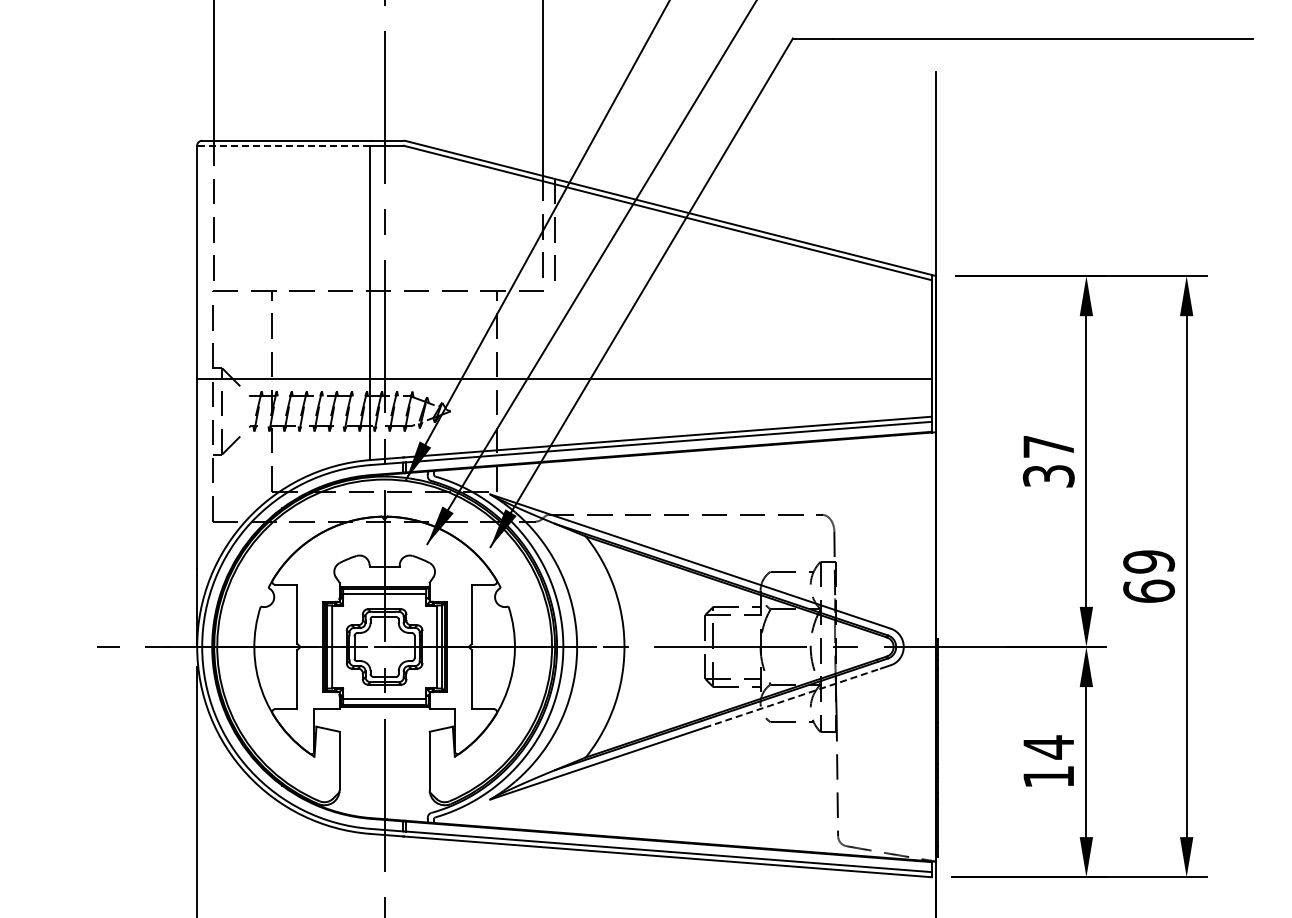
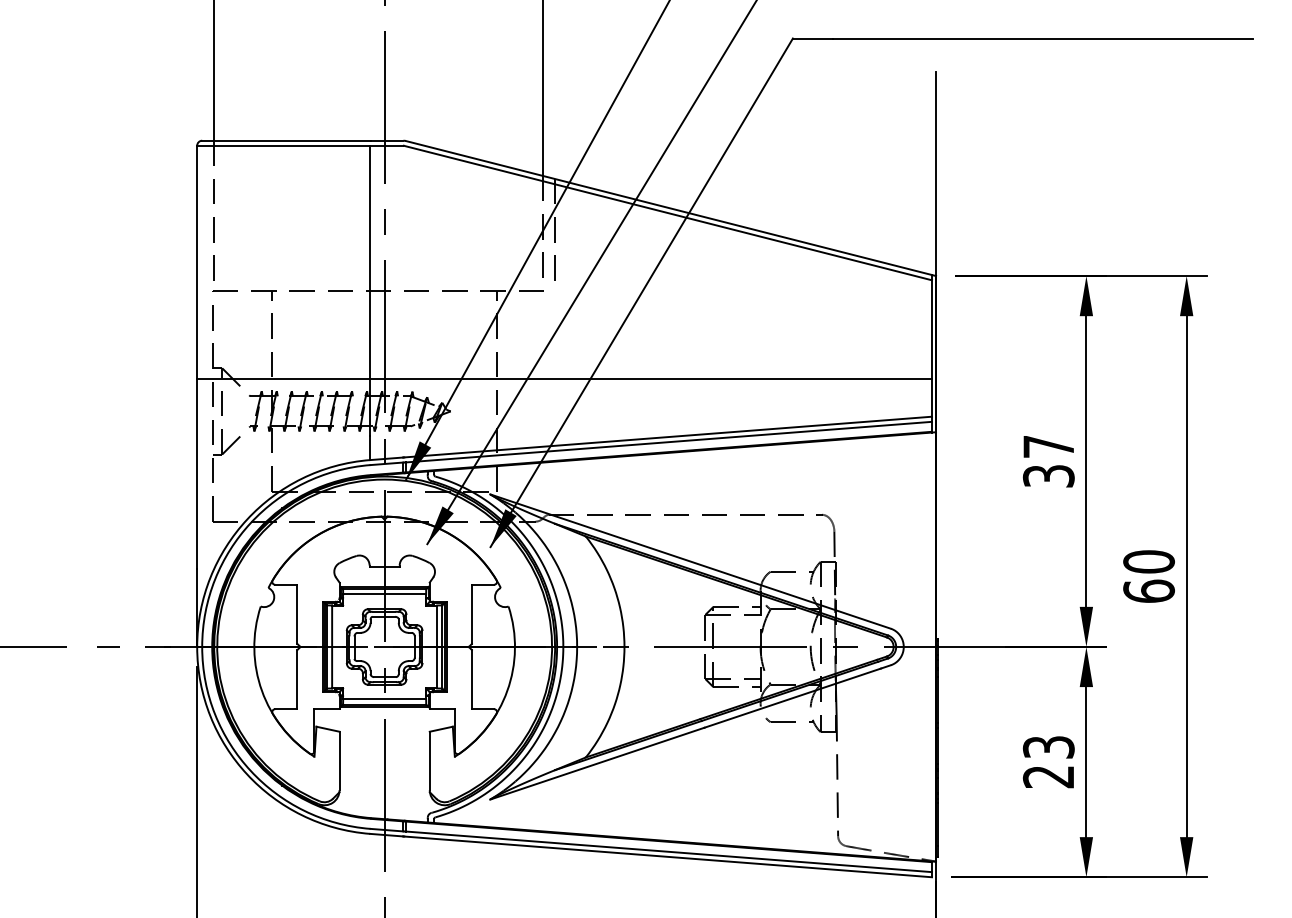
line at (283, 145): dashed -> solid
text at (1148, 561): 69 -> 60
line at (34, 646): none -> present
line at (793, 697): dashed -> solid
text at (1048, 761): 14 -> 23
